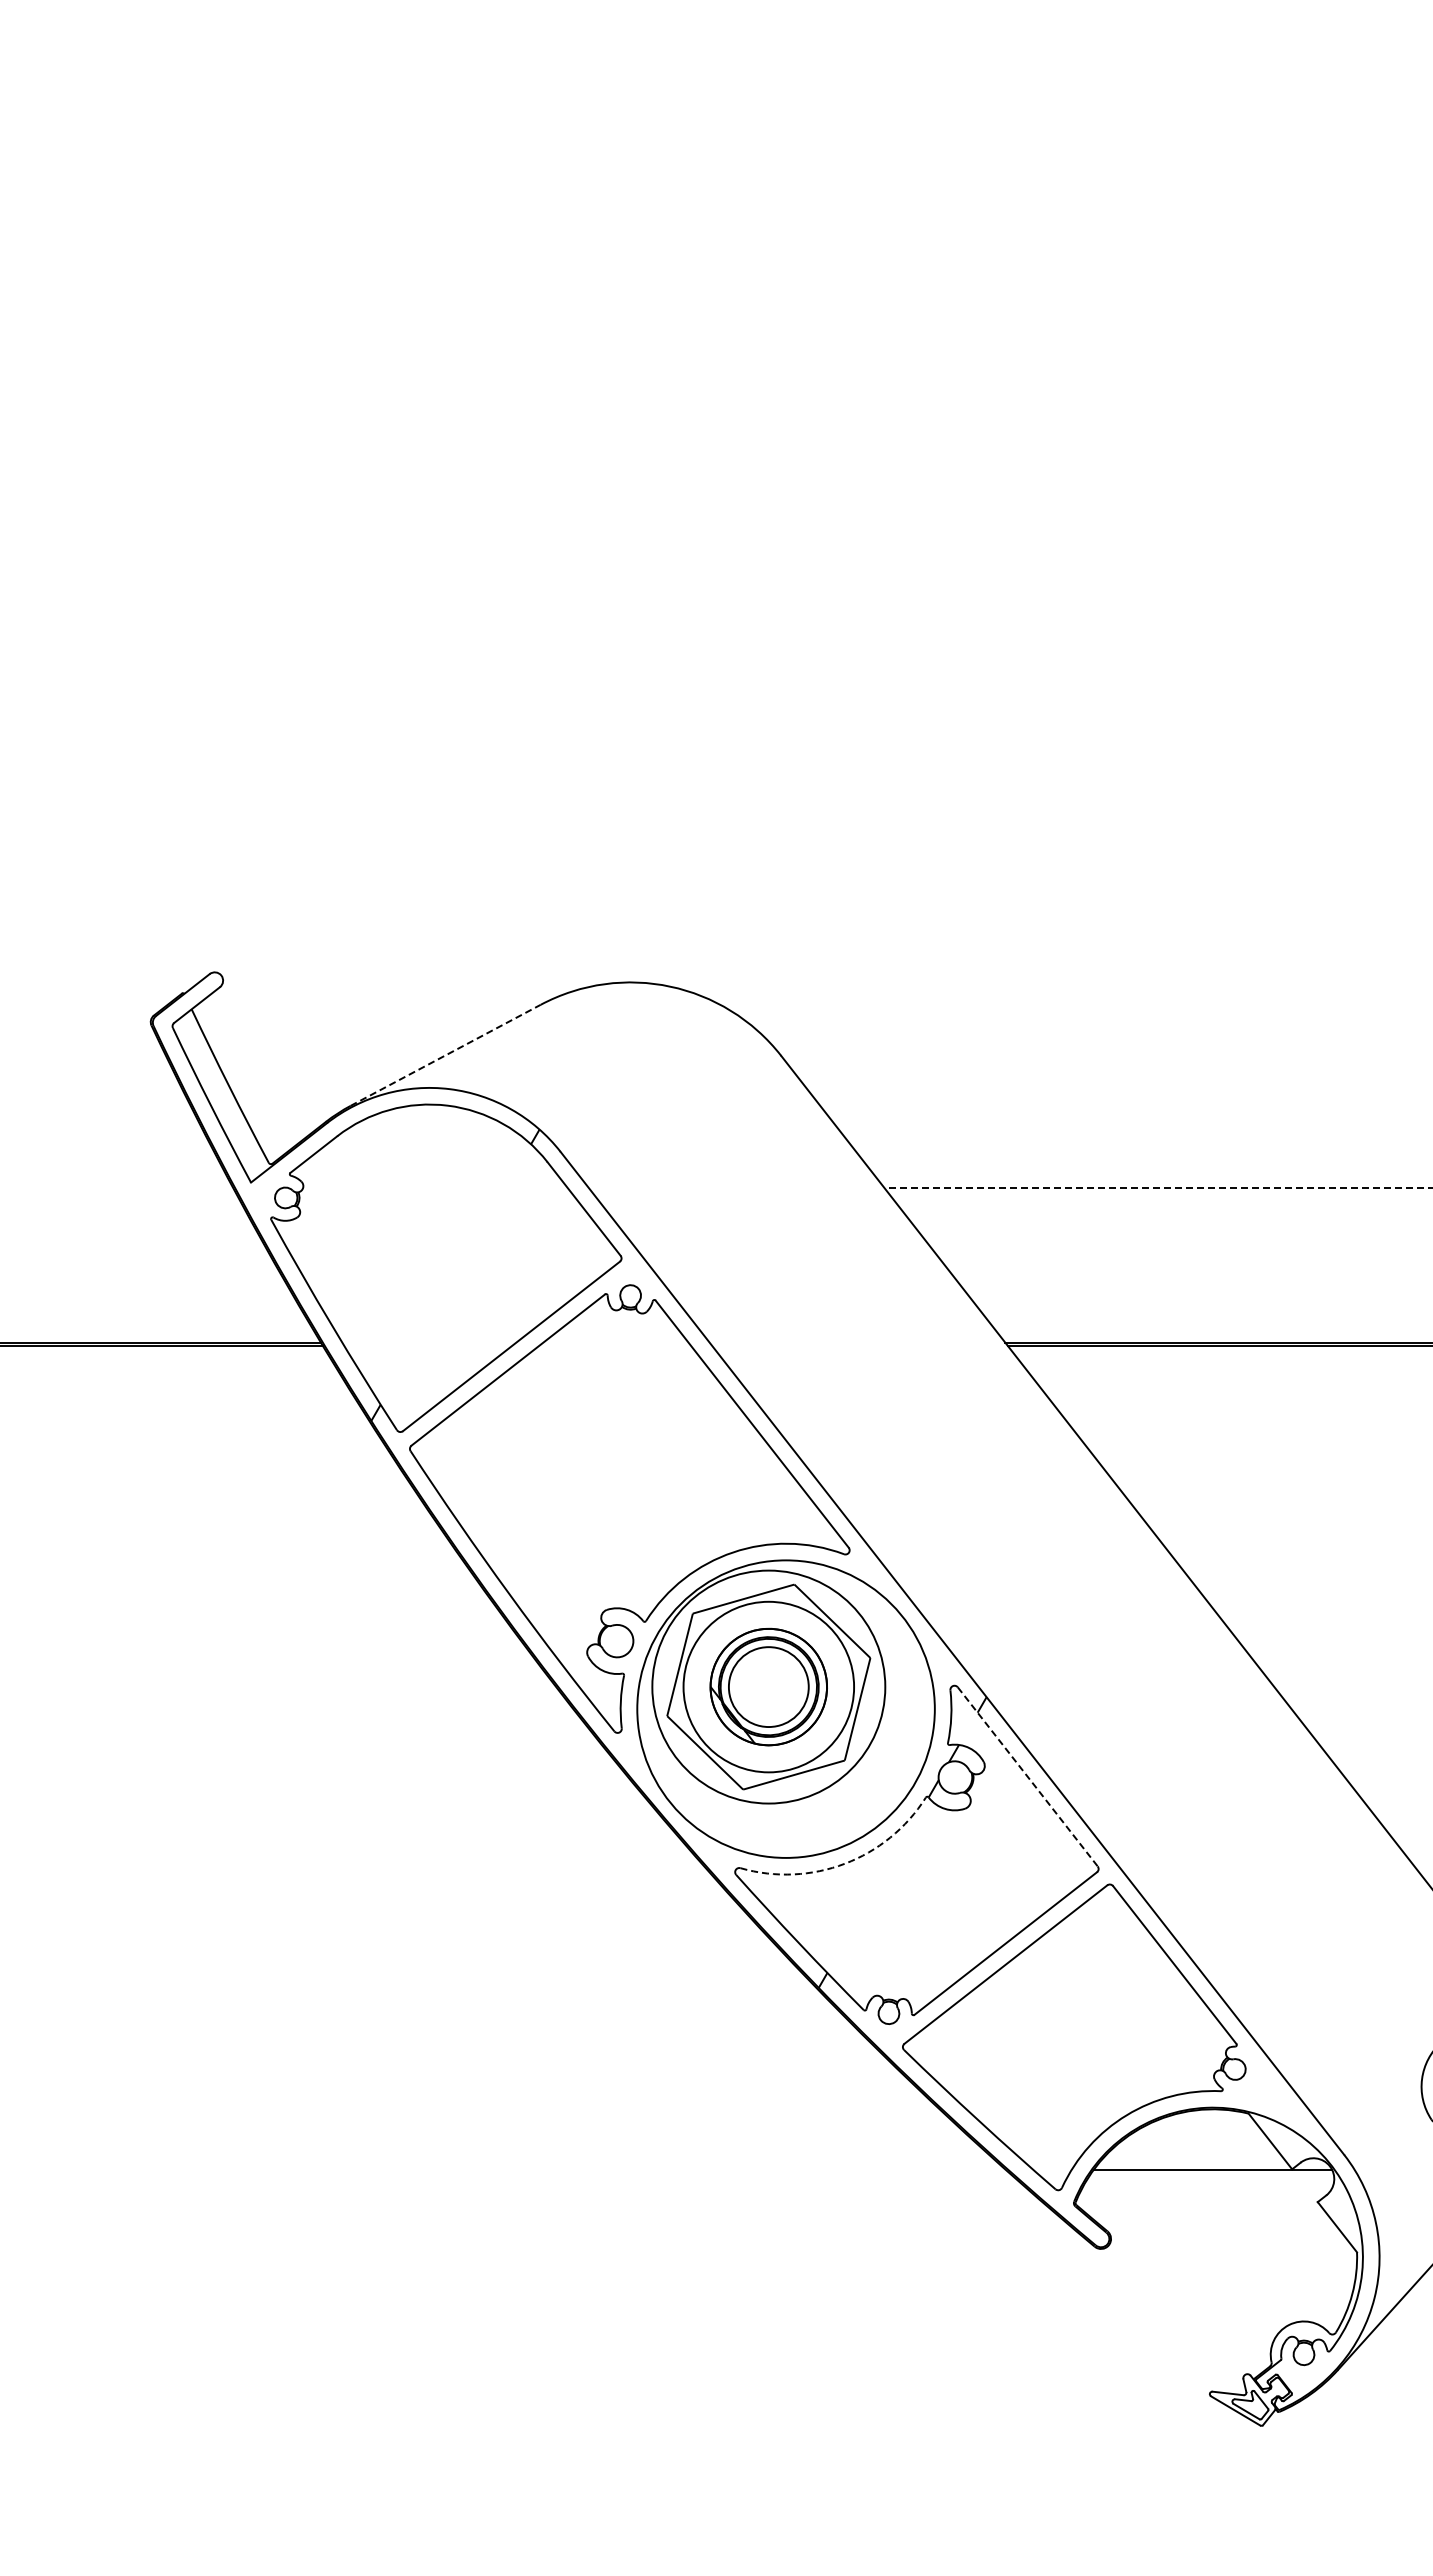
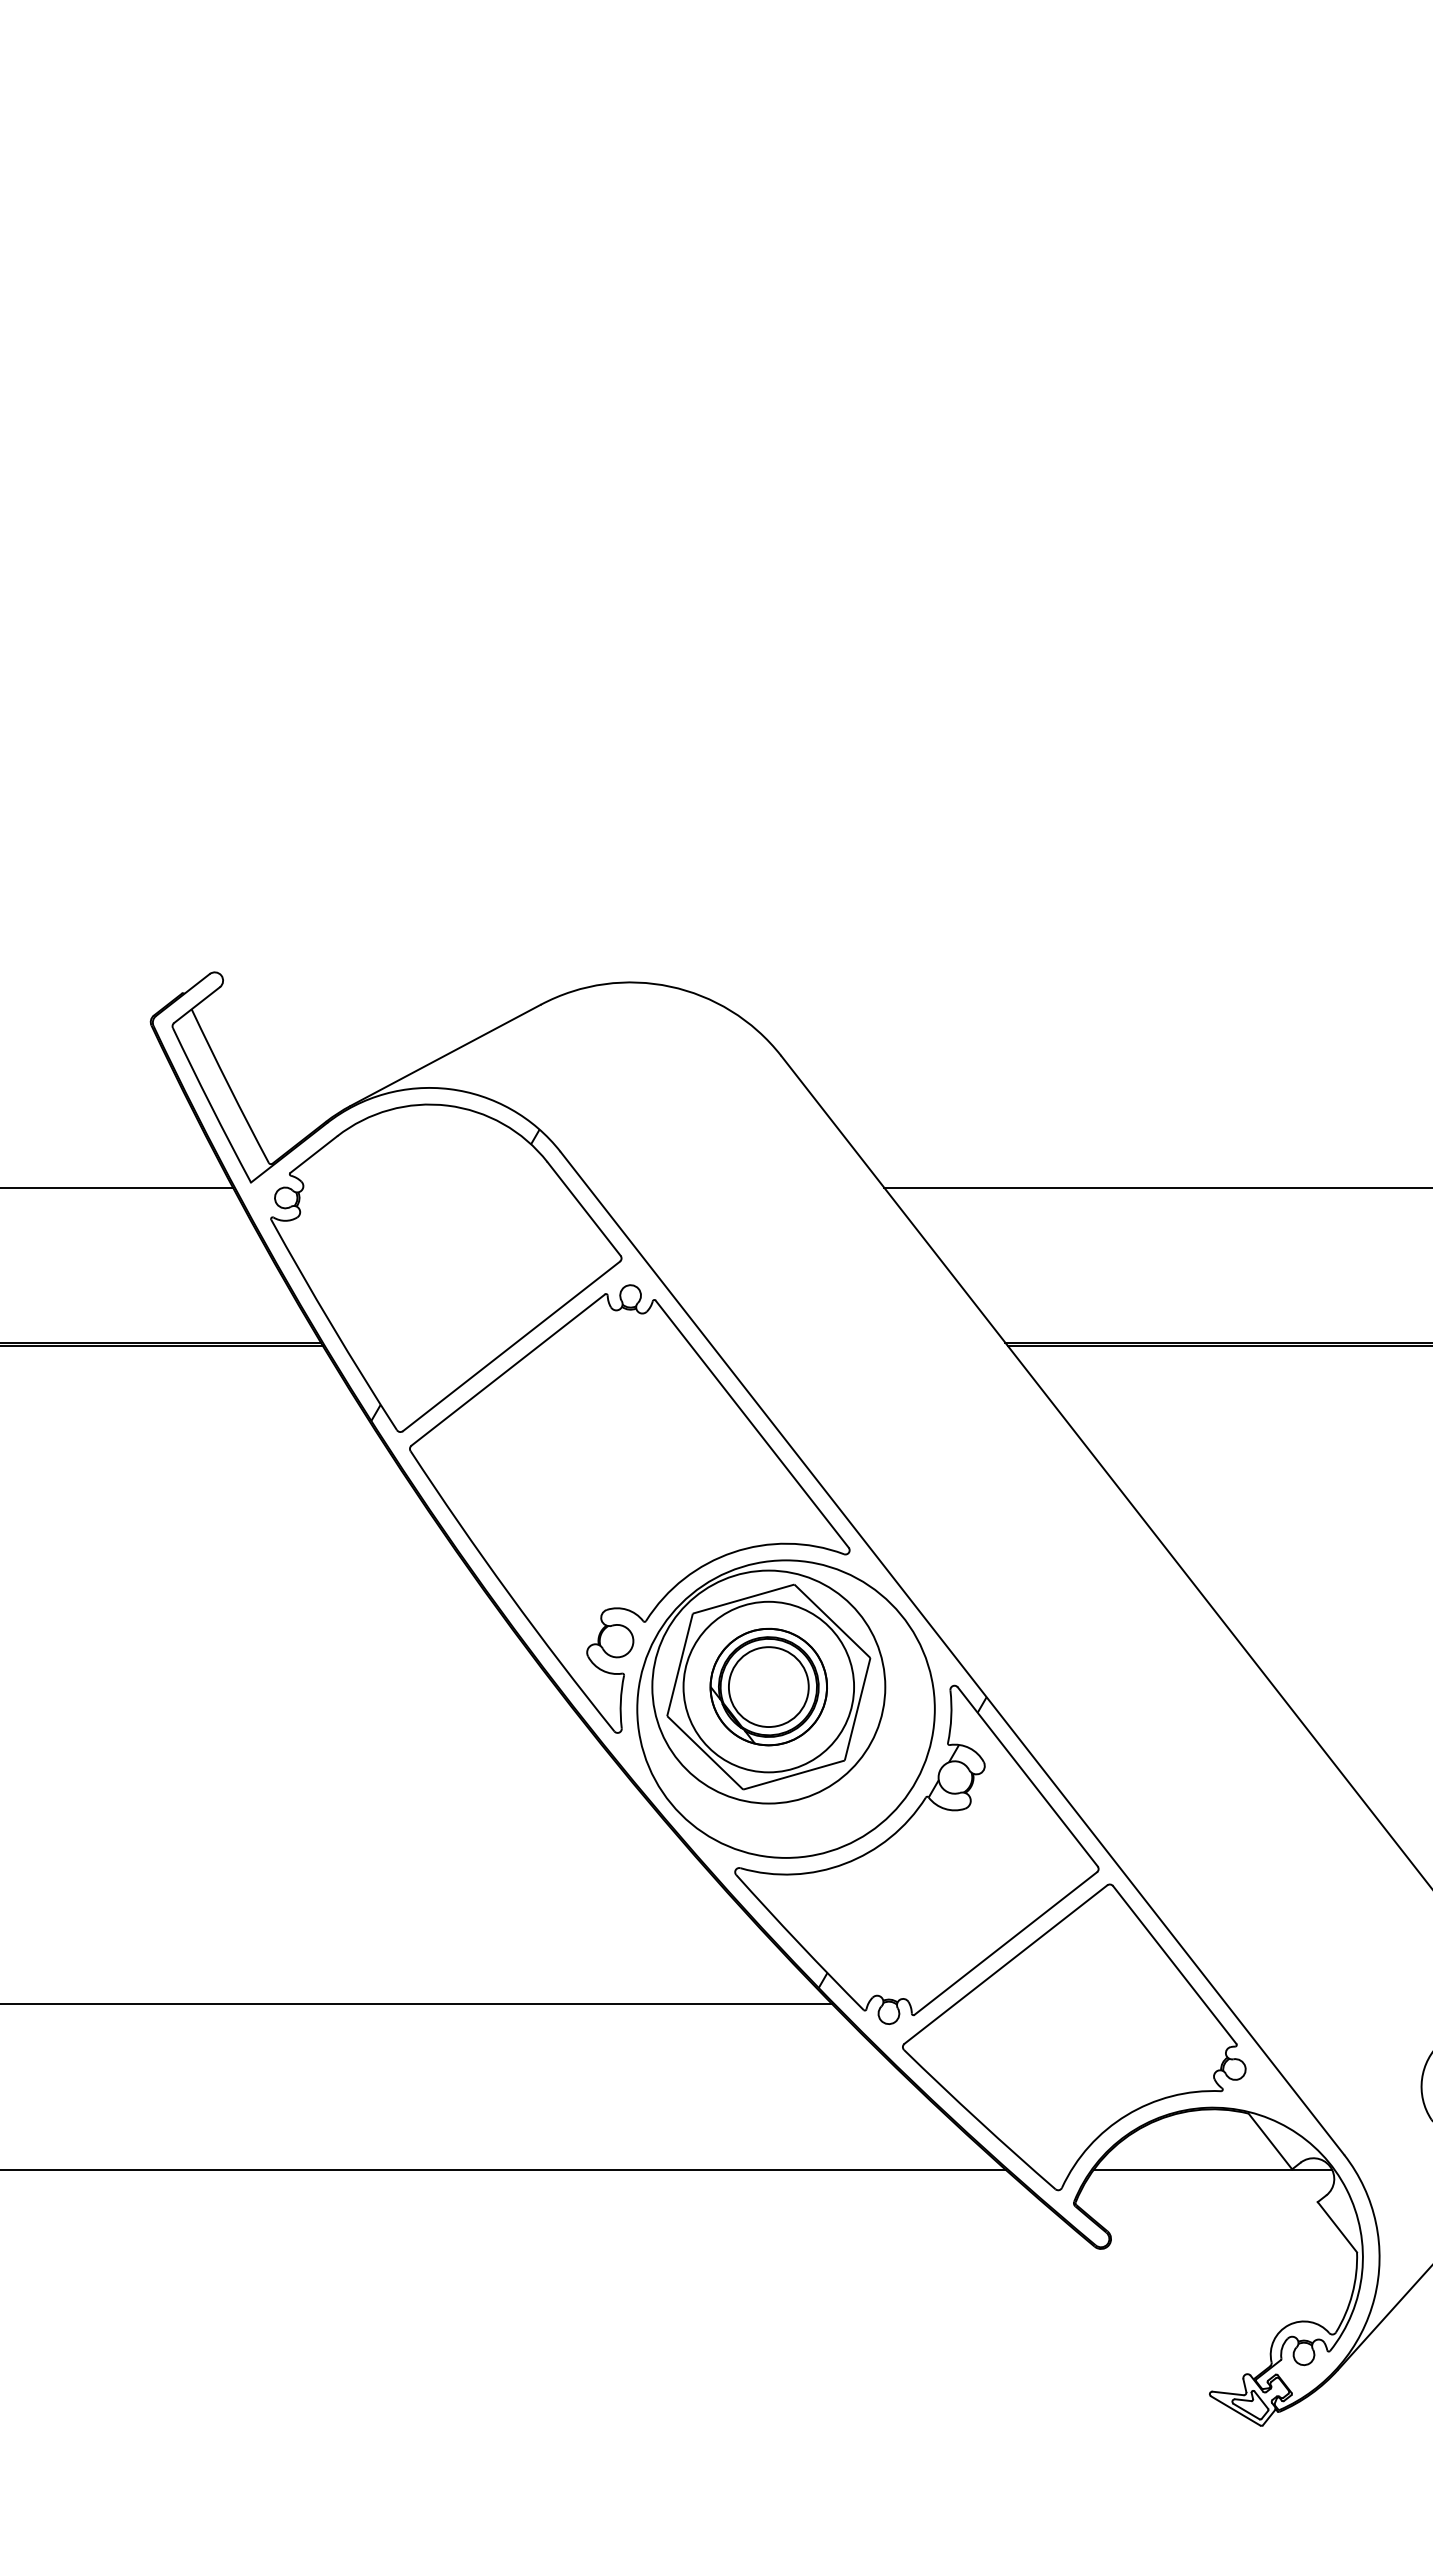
line at (445, 1055): dashed -> solid
line at (117, 1187): none -> present
line at (1158, 1187): dashed -> solid
line at (1027, 1776): dashed -> solid
arc at (844, 1863): dashed -> solid
line at (416, 2003): none -> present
line at (503, 2169): none -> present
